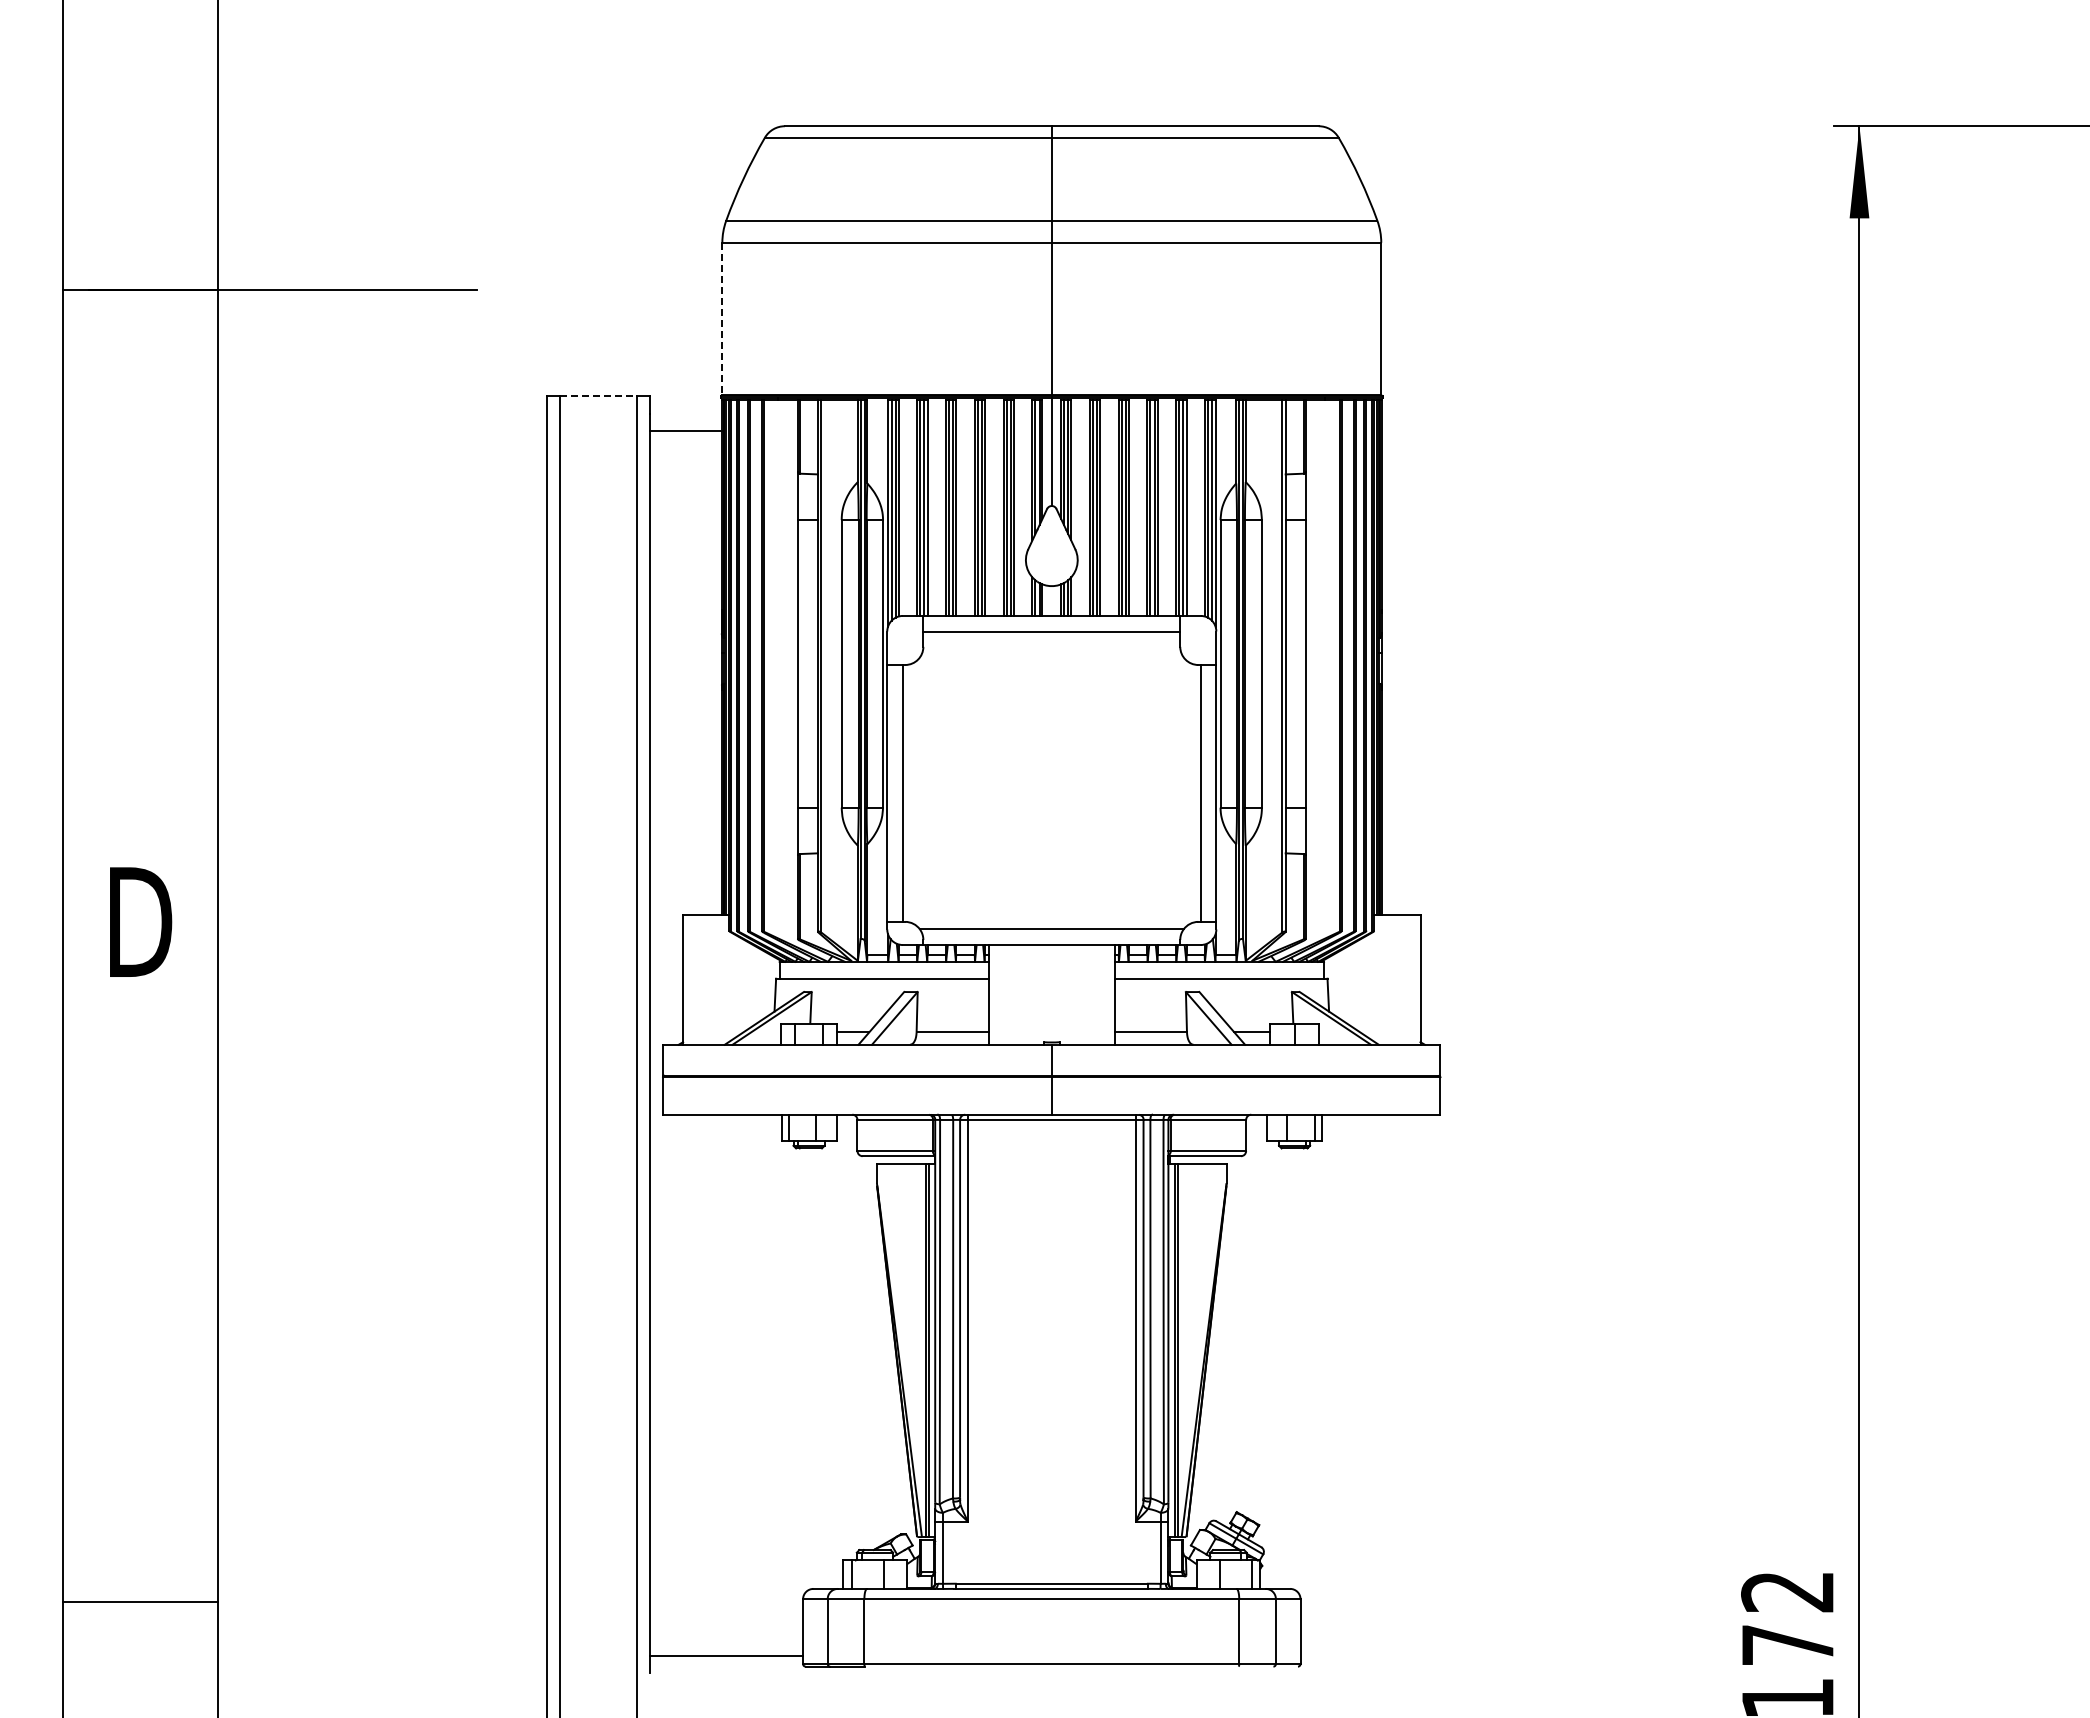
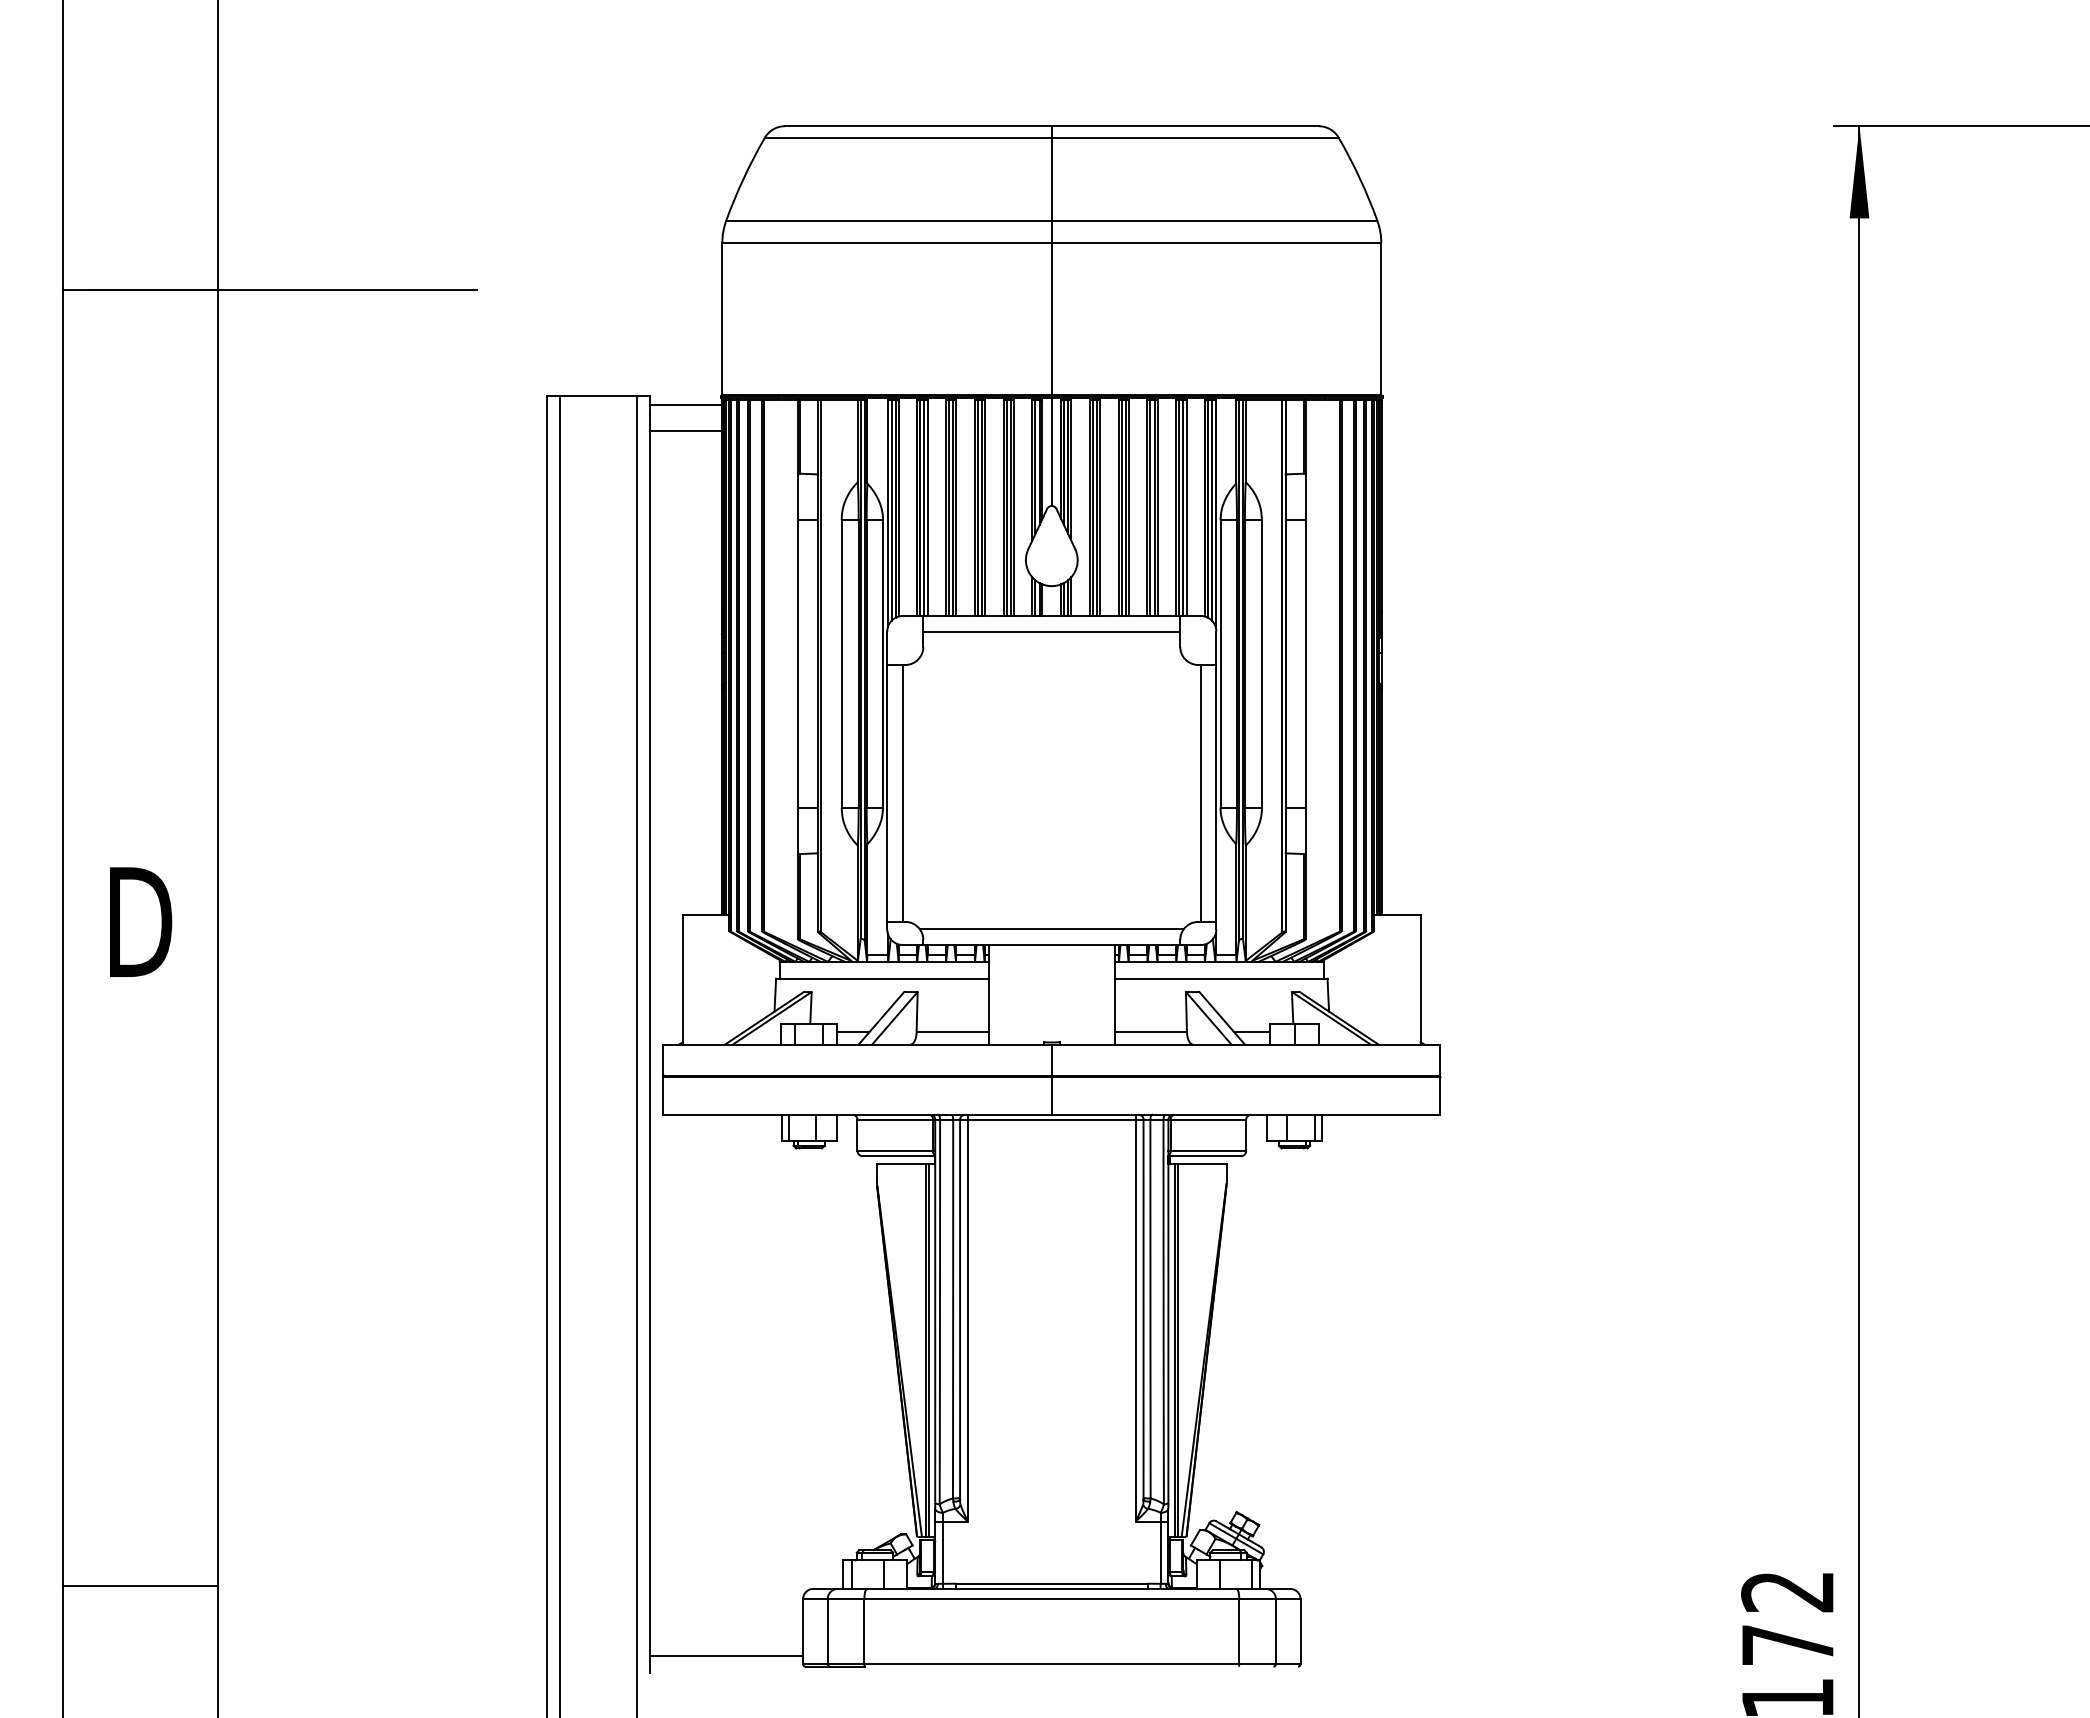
line at (722, 318): dashed -> solid
line at (598, 395): dashed -> solid
line at (685, 405): none -> present
line at (140, 1601) position: (140, 1601) -> (140, 1585)
